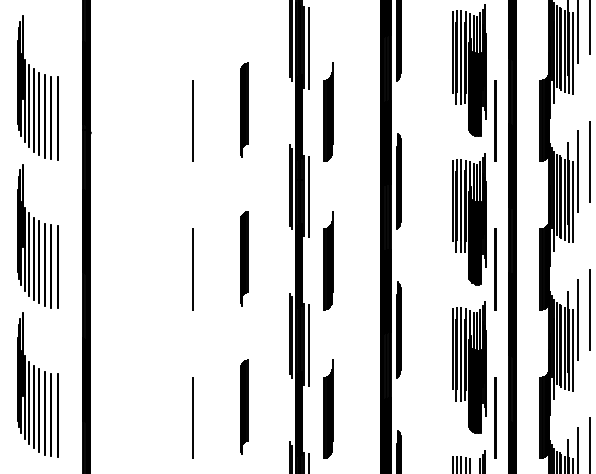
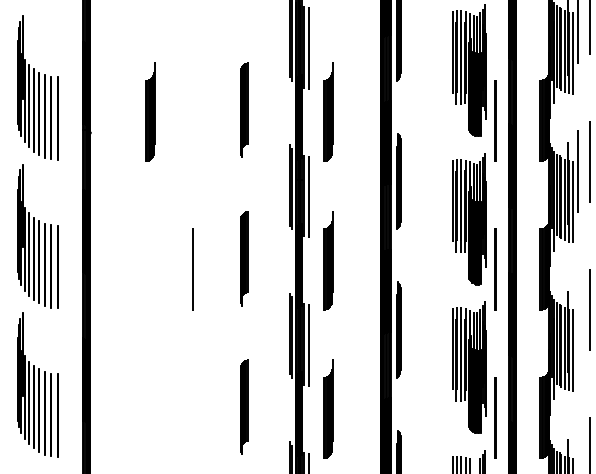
part at (150, 111): none -> present
line at (192, 120): present -> none
line at (578, 319): present -> none
line at (192, 417): present -> none
line at (578, 448): present -> none
